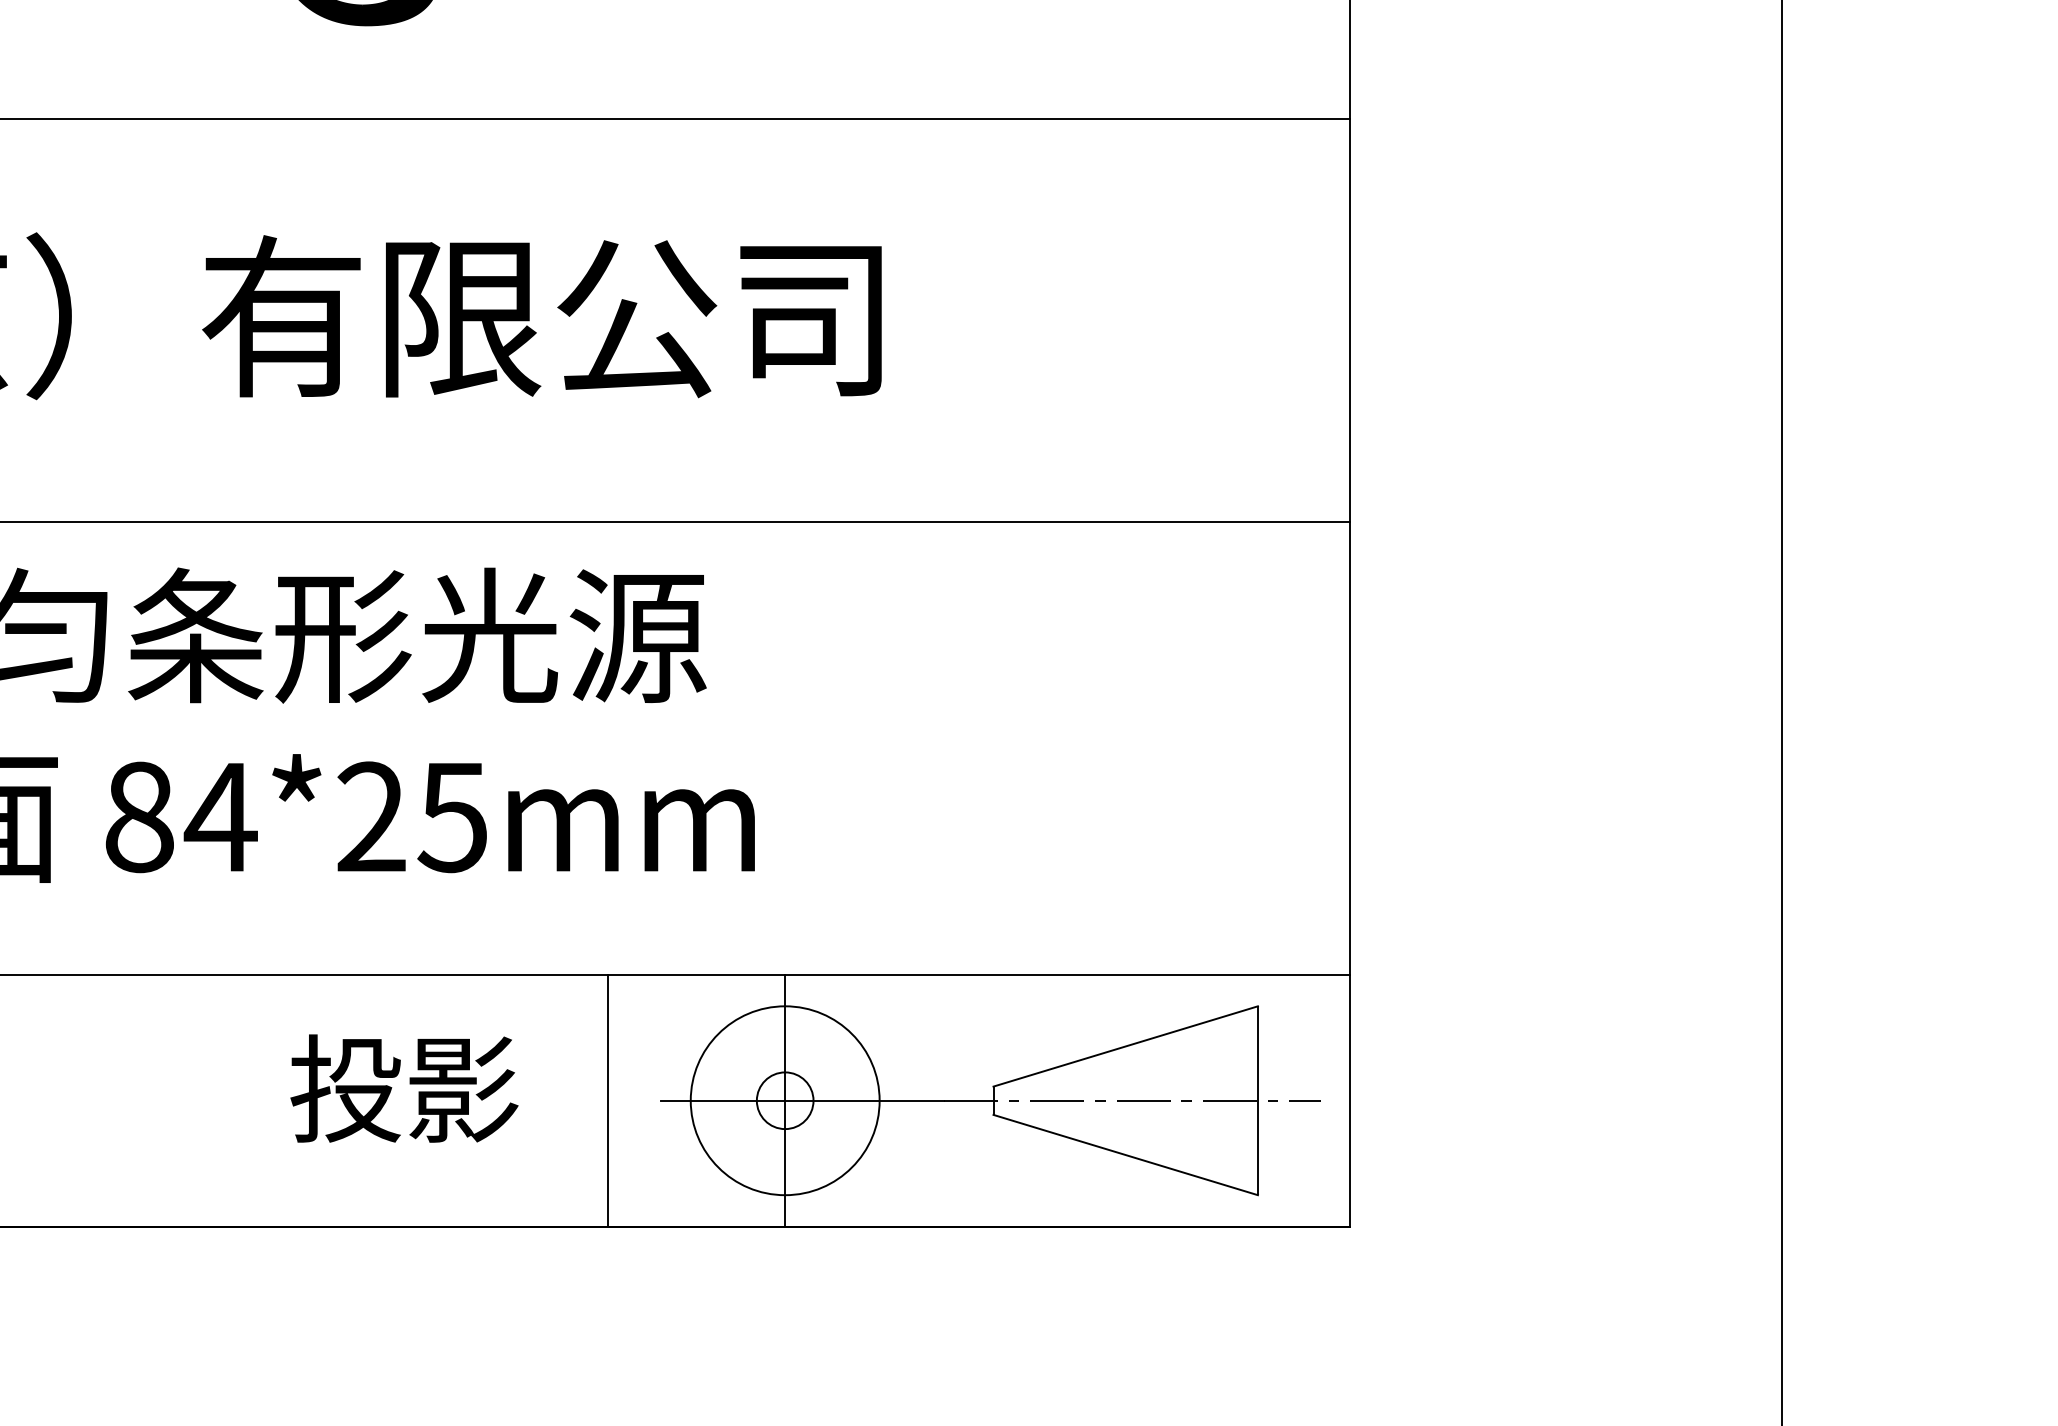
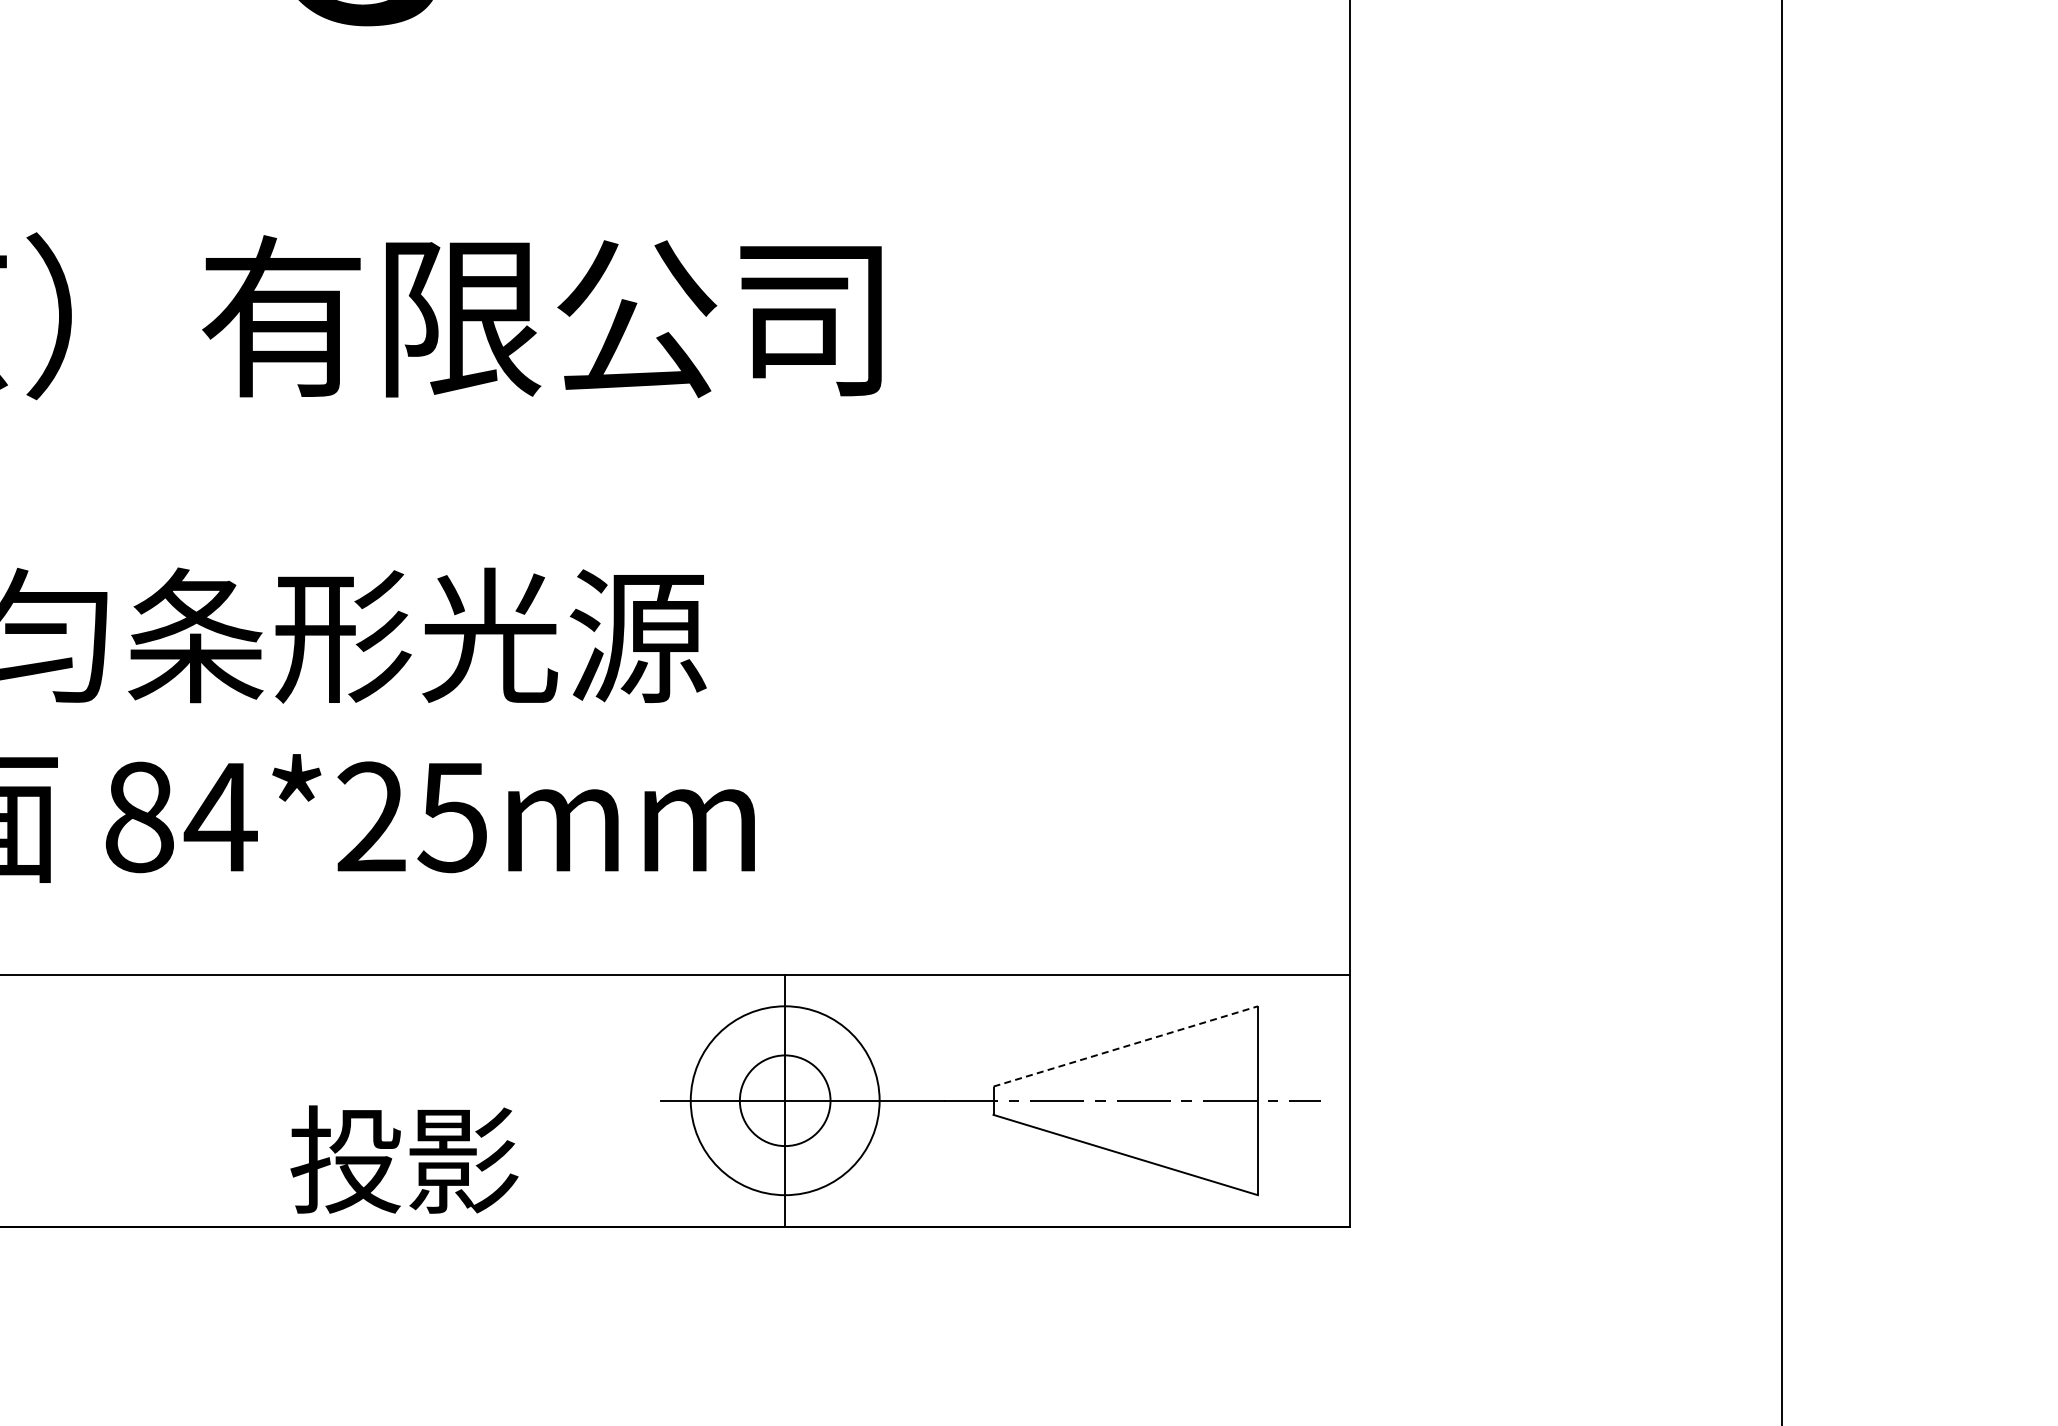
line at (676, 118): present -> none
line at (676, 521): present -> none
line at (1126, 1046): solid -> dashed
text at (404, 1088) position: (404, 1088) -> (404, 1159)
line at (608, 1100): present -> none
circle at (784, 1100) diameter: 57 px -> 91 px
